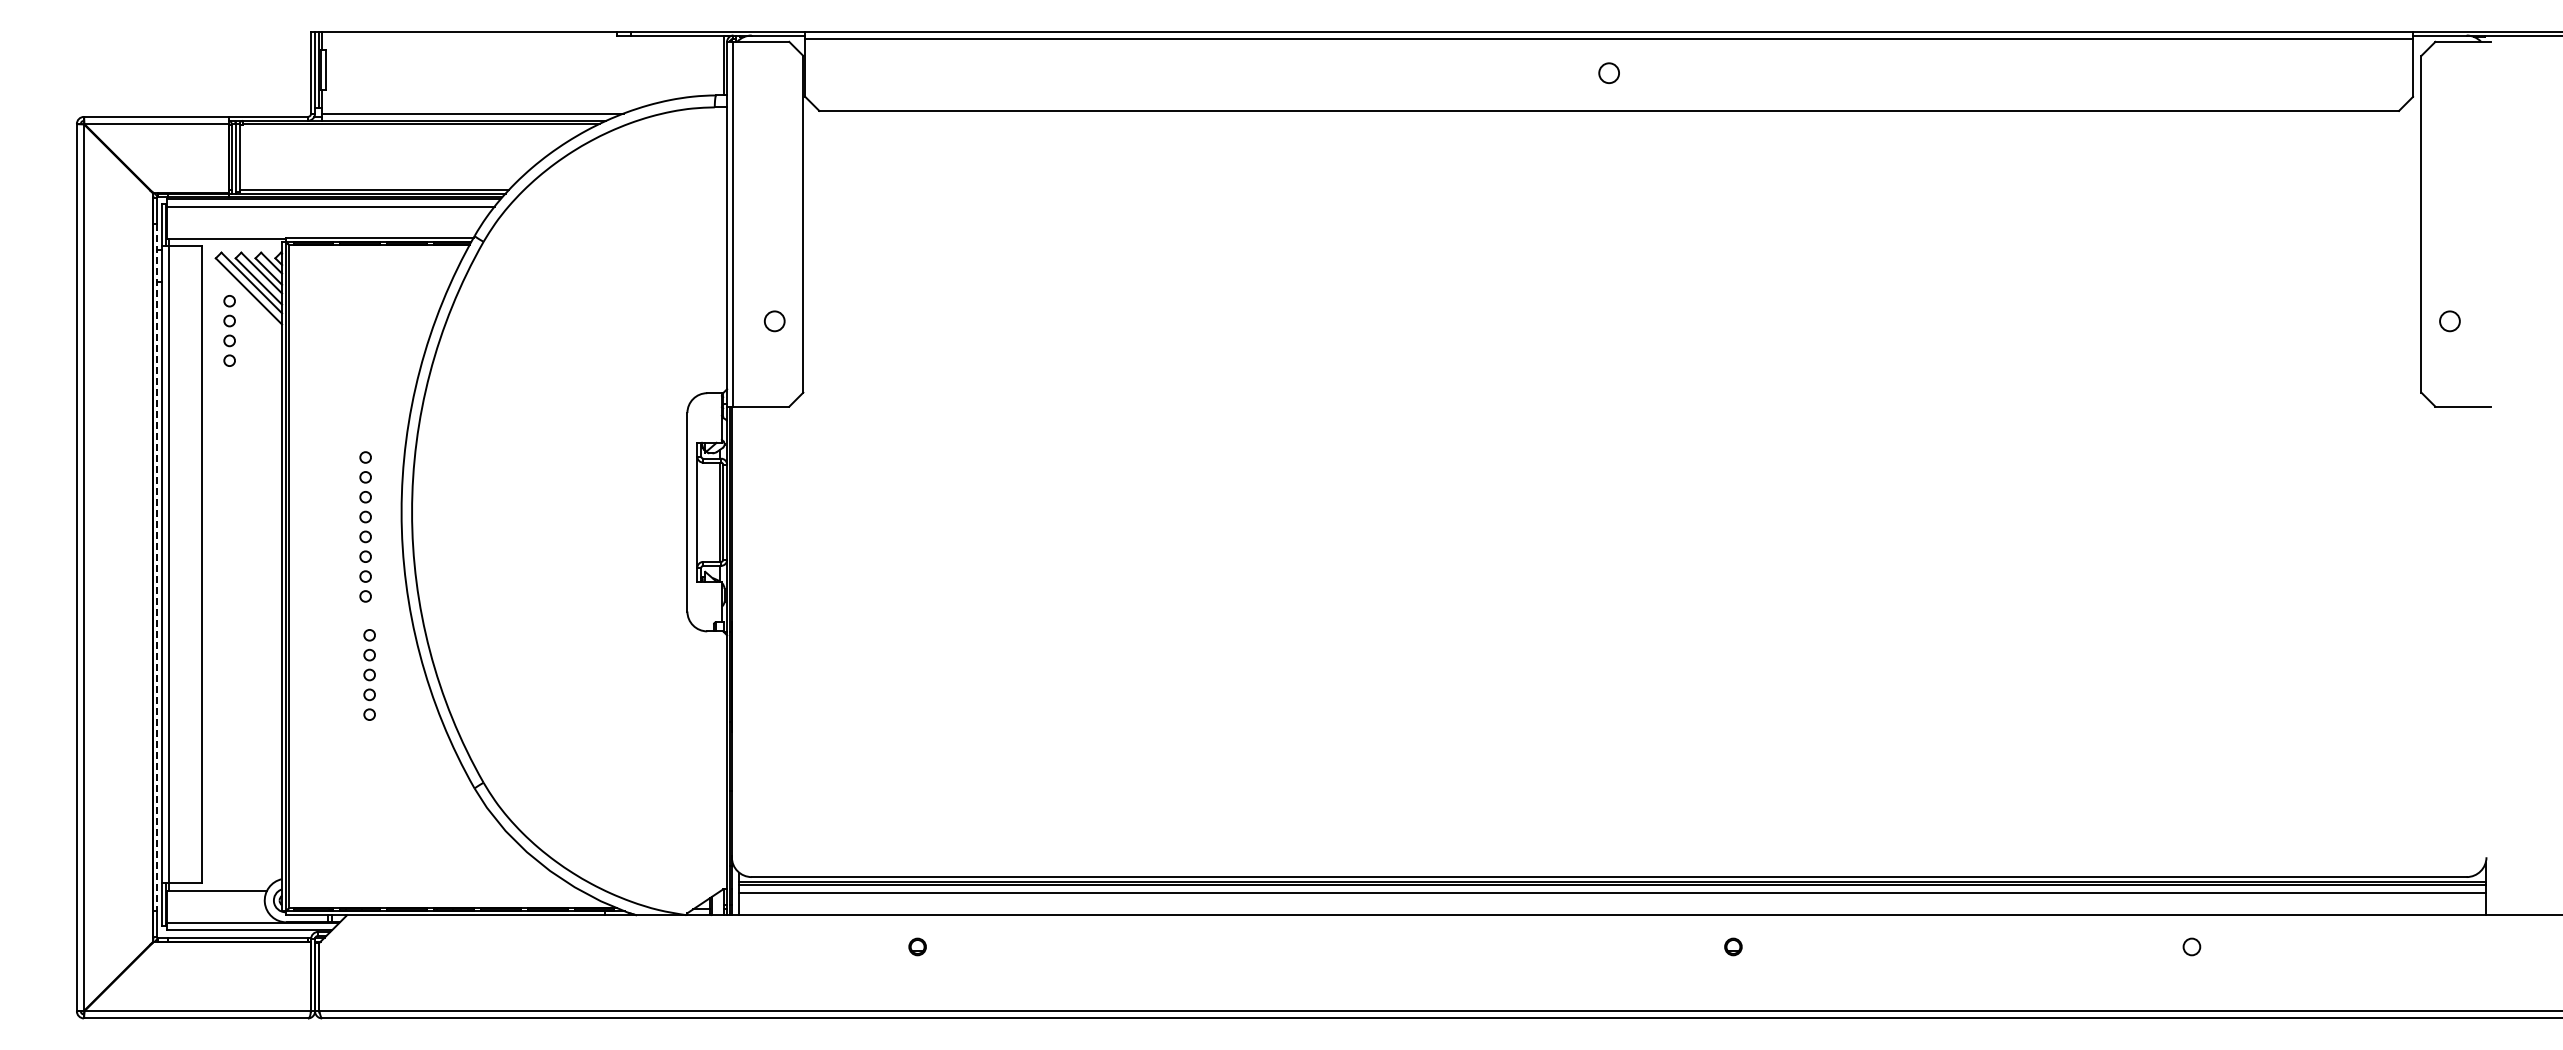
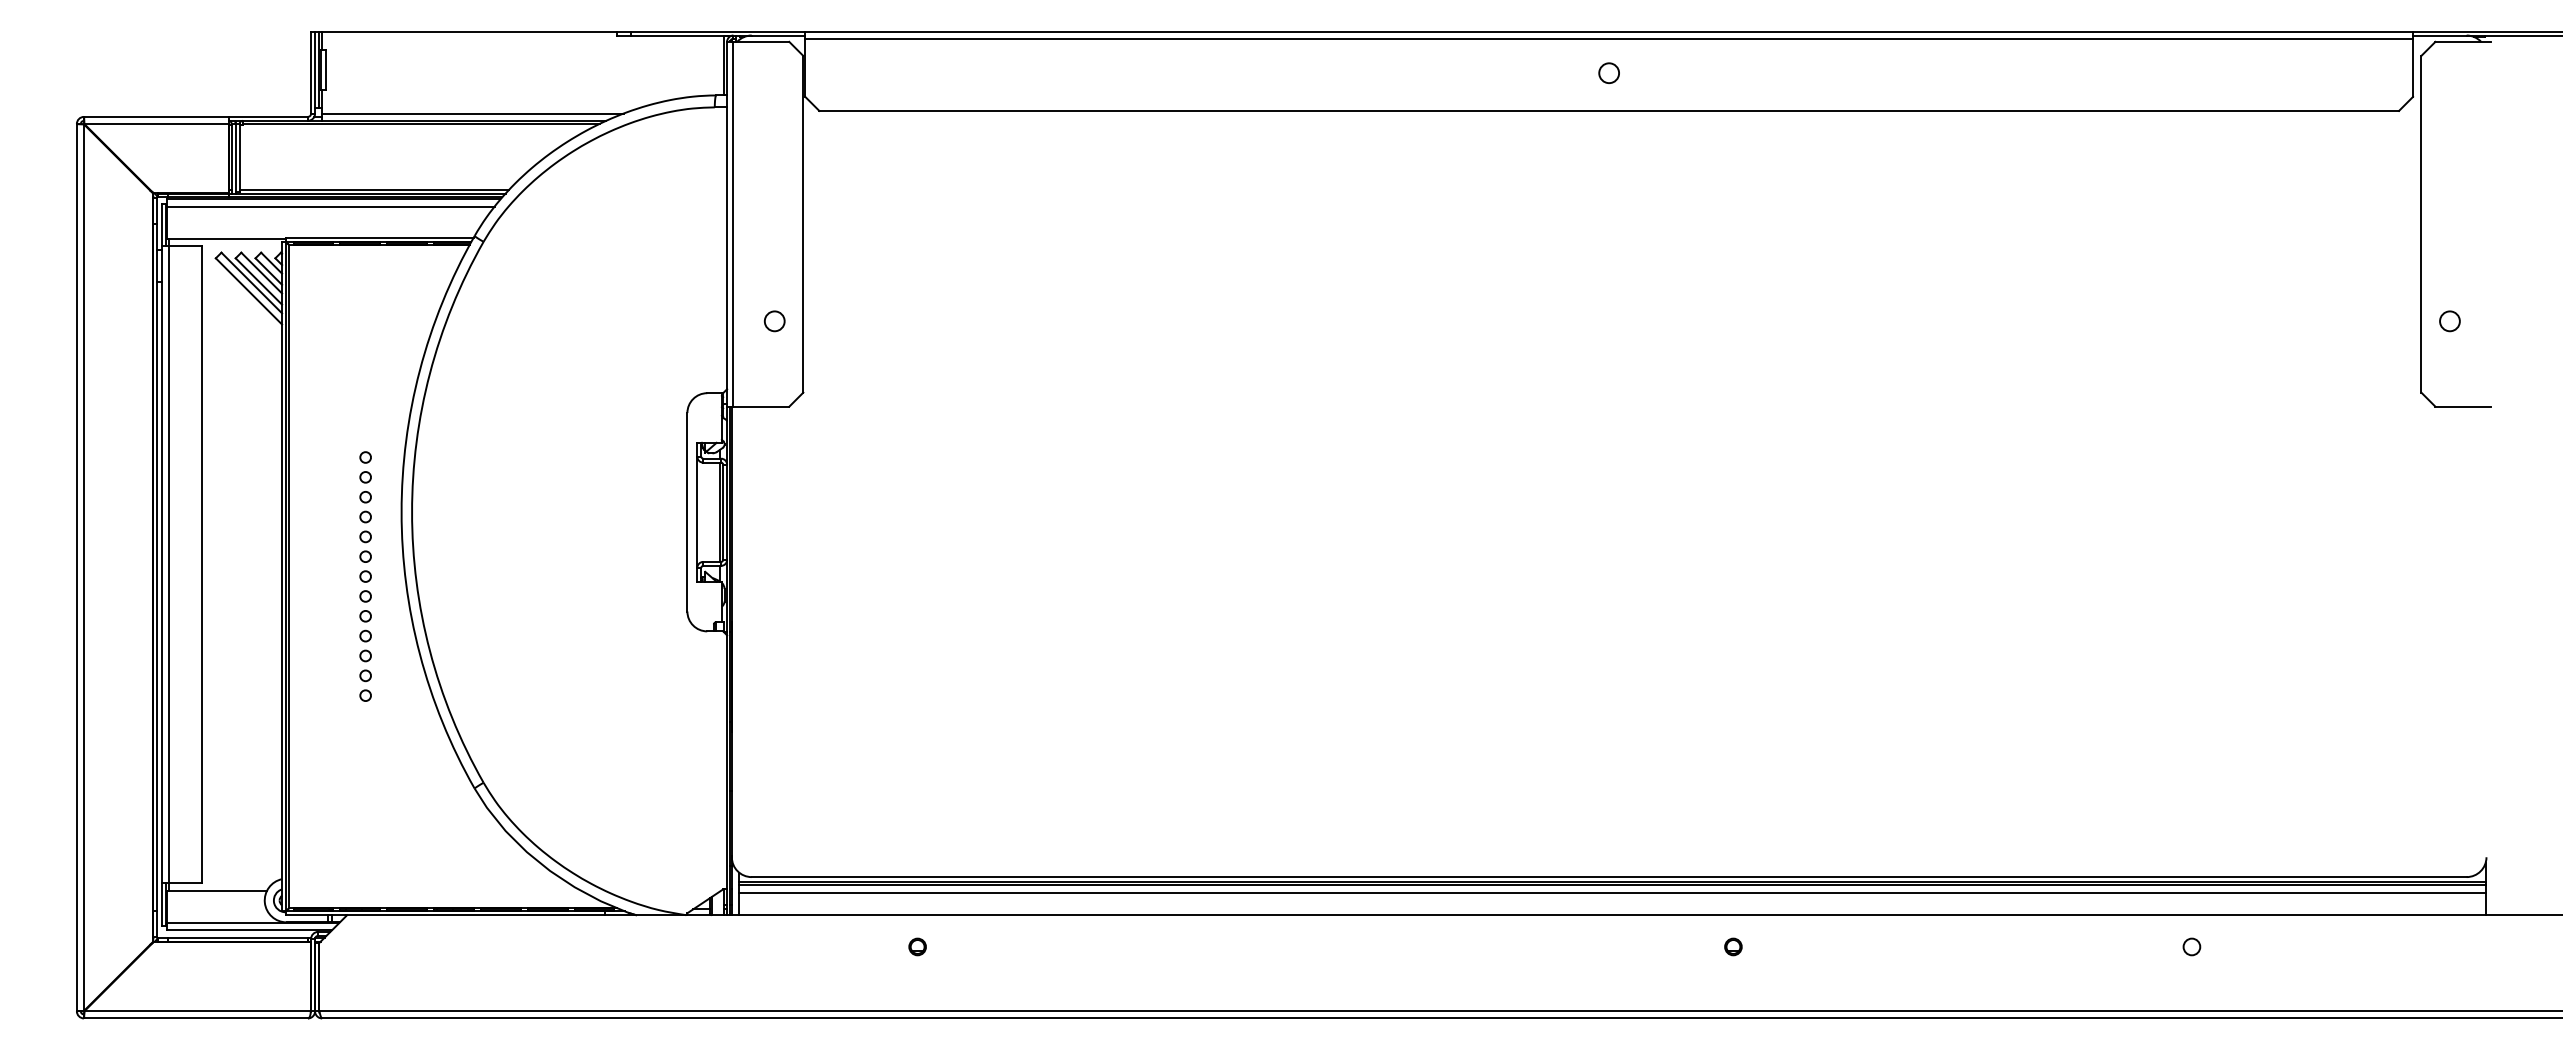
part at (229, 330): present -> none
line at (157, 568): dashed -> solid
part at (369, 674) position: (369, 674) -> (365, 655)
